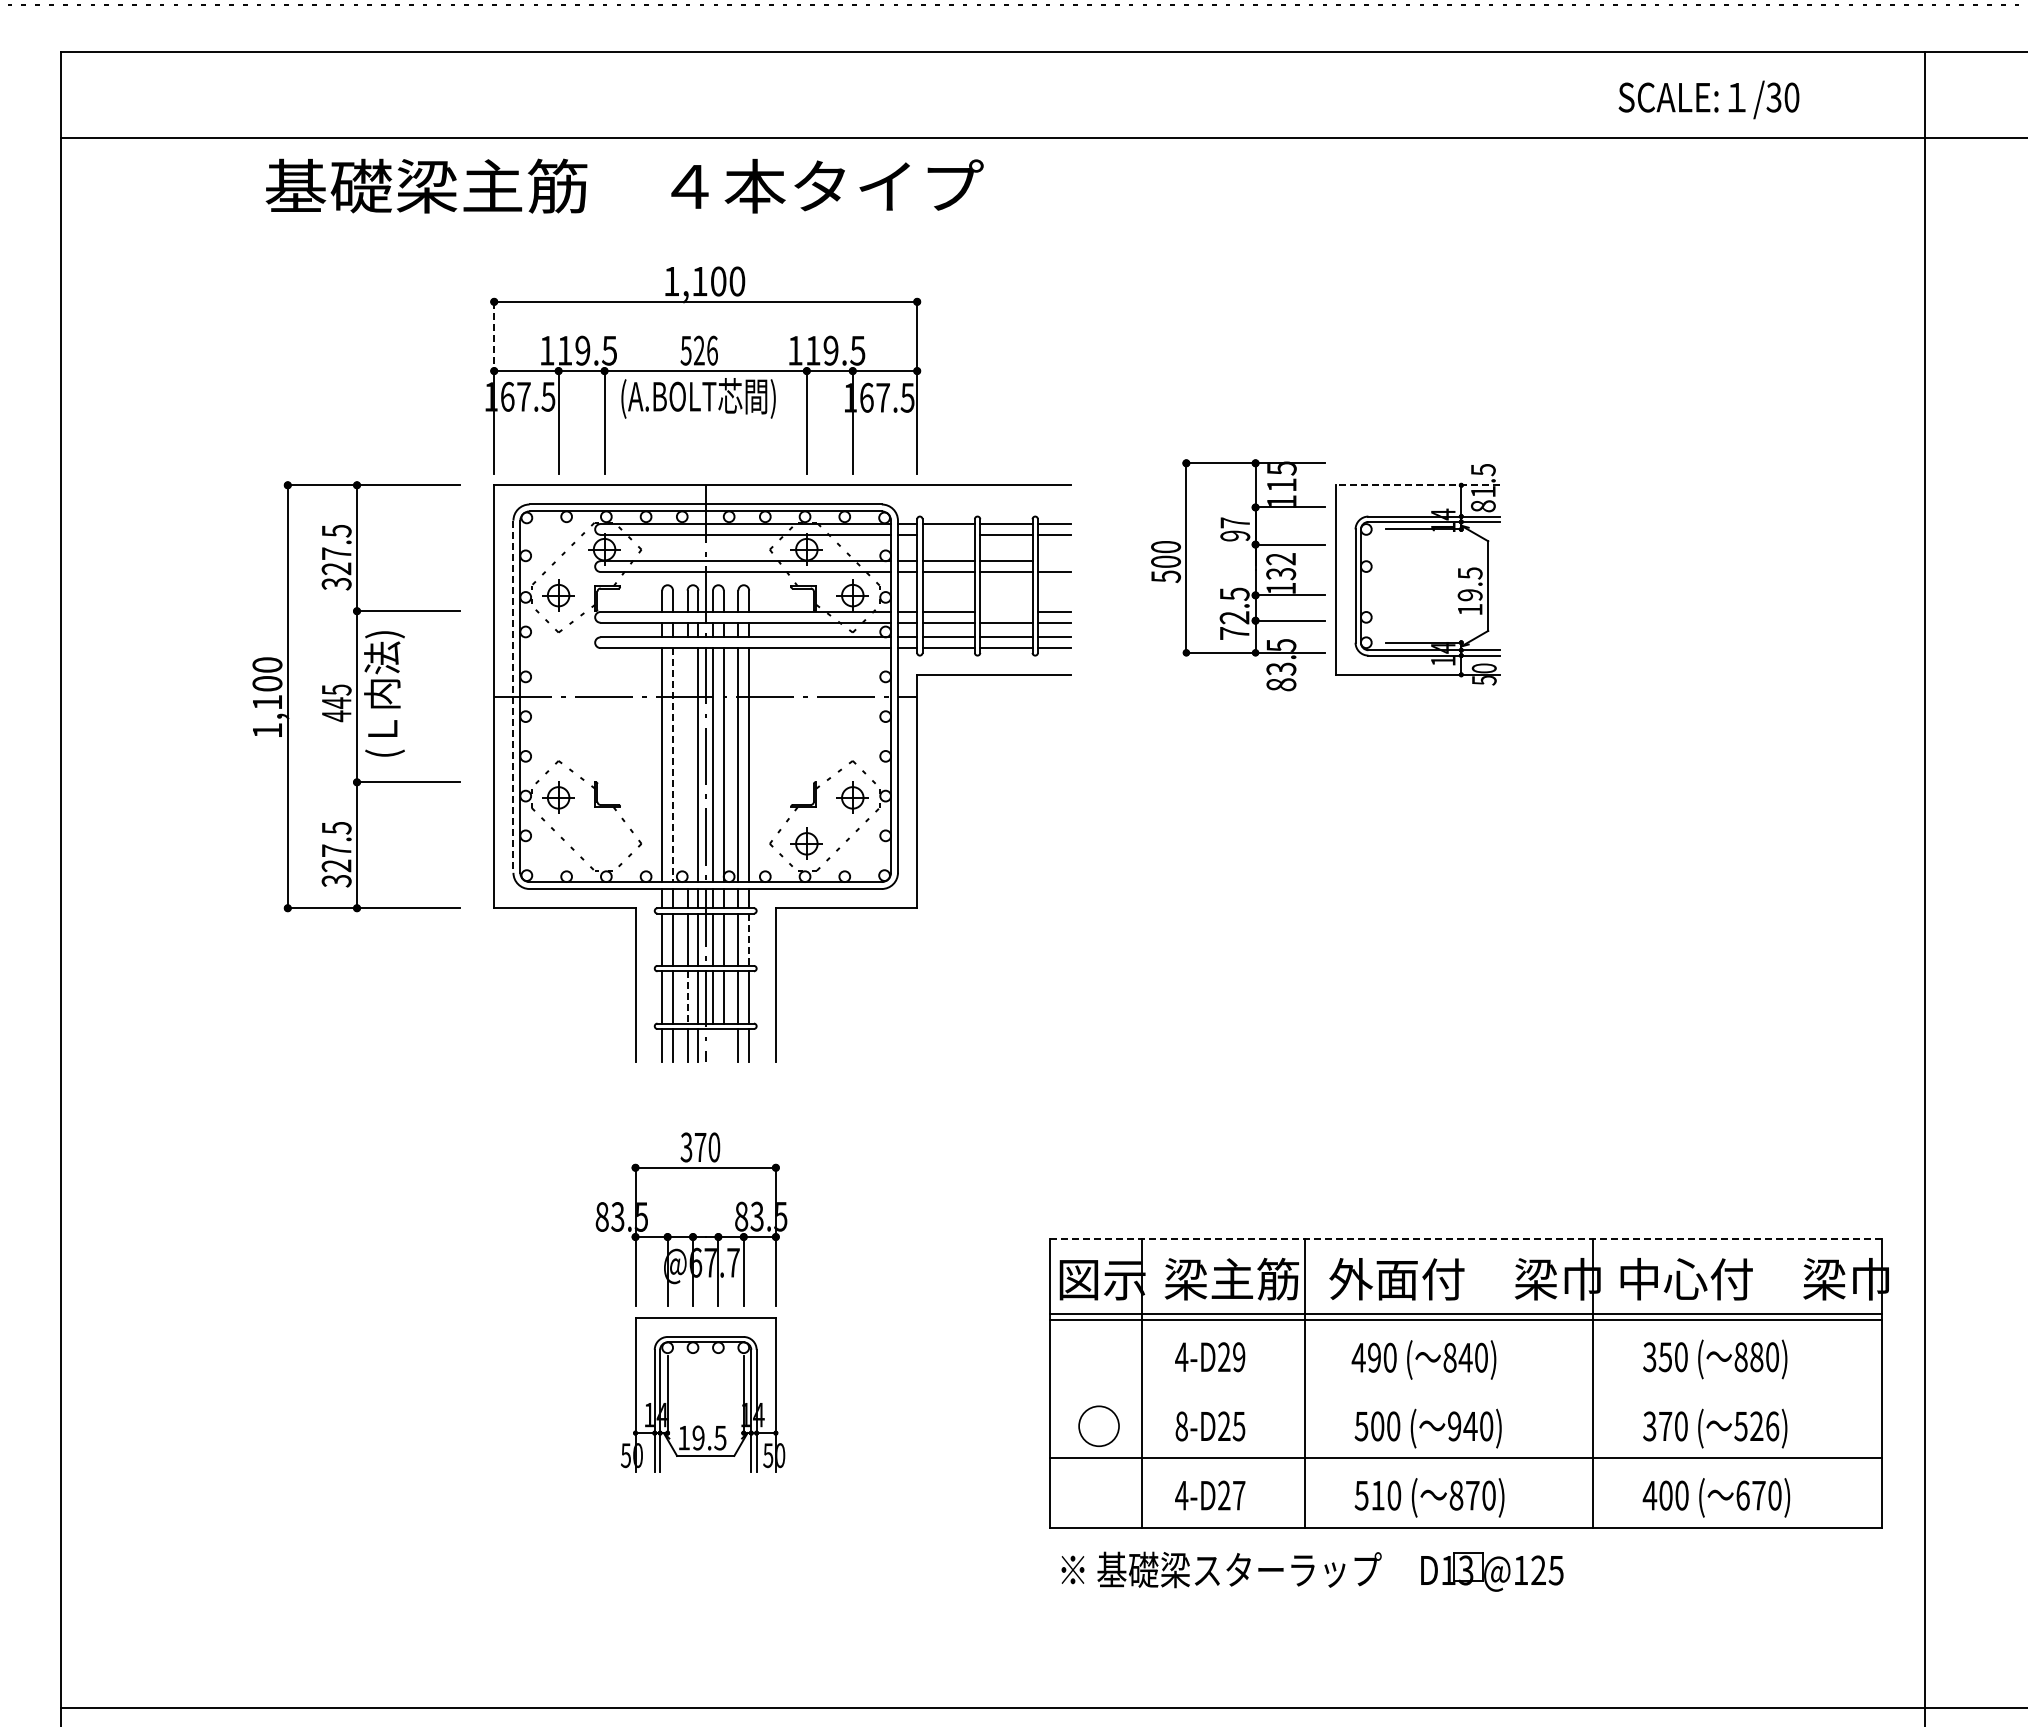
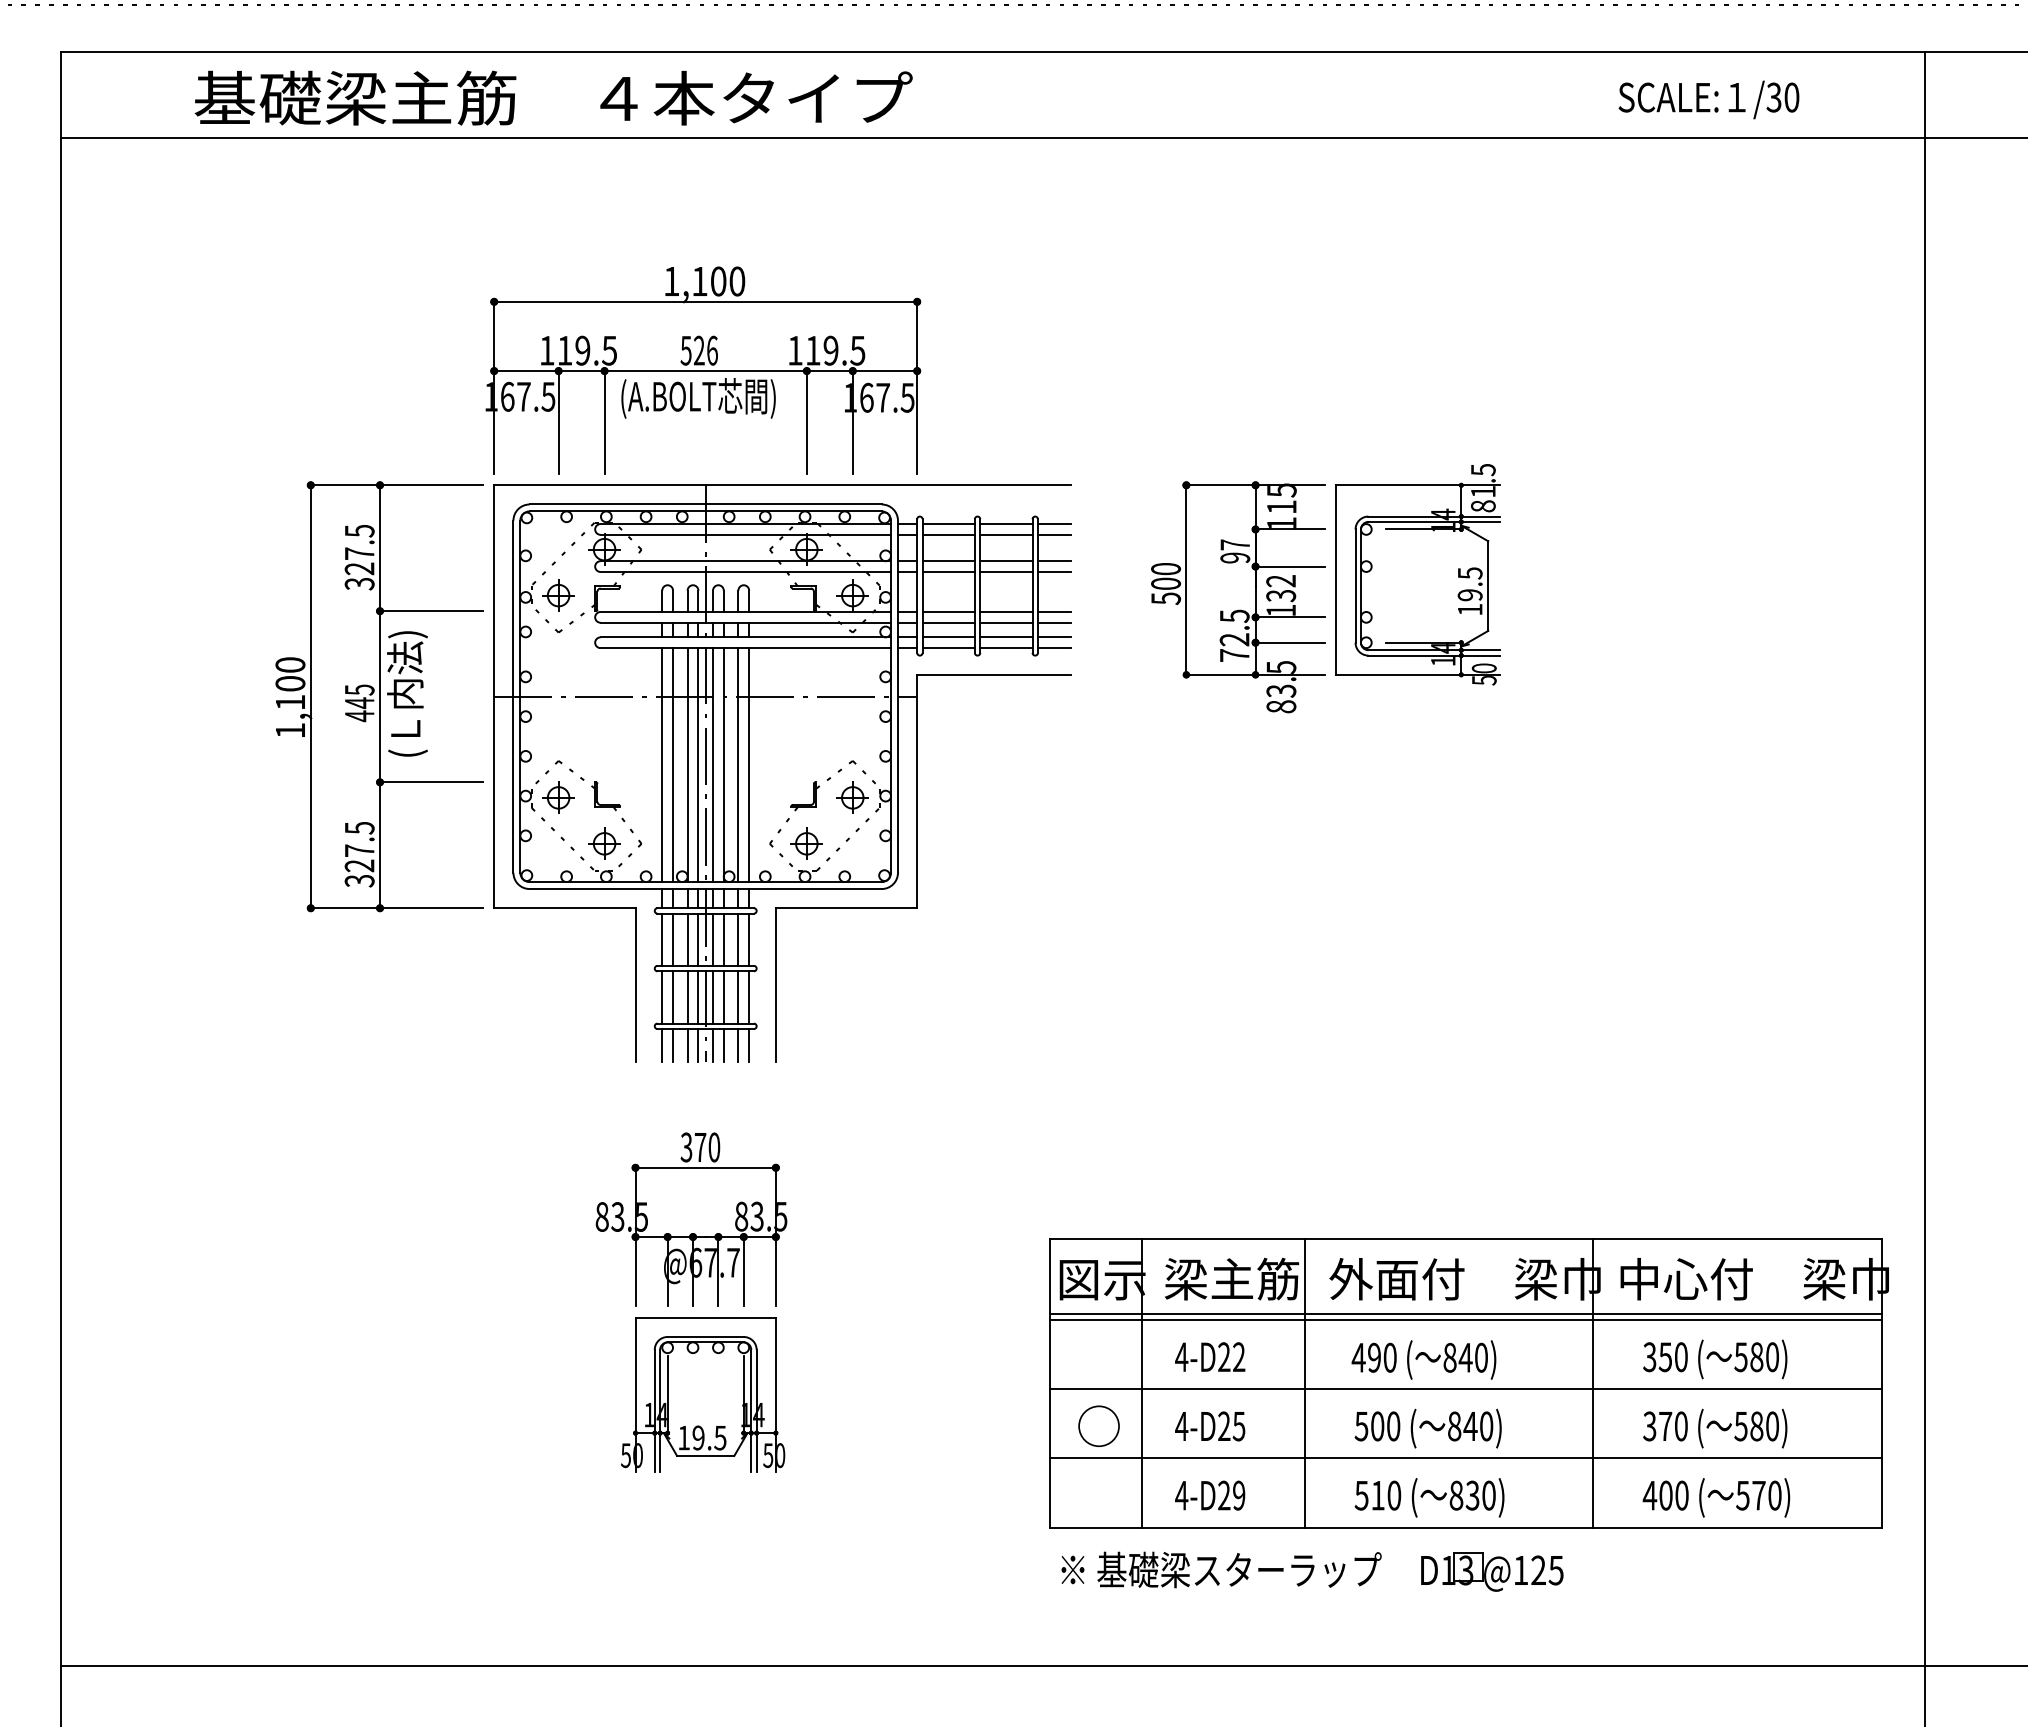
text at (624, 185) position: (624, 185) -> (553, 97)
line at (494, 336): dashed -> solid
line at (1418, 485): dashed -> solid
line at (948, 534): none -> present
line at (1054, 561): none -> present
part at (1238, 575) position: (1238, 575) -> (1238, 597)
line at (1006, 611): none -> present
part at (356, 696) position: (356, 696) -> (379, 696)
line at (513, 697): dashed -> solid
line at (673, 765): dashed -> solid
line at (687, 765): none -> present
part at (604, 843): none -> present
line at (749, 940): dashed -> solid
line at (687, 997): dashed -> solid
line at (713, 1045): none -> present
line at (723, 1045): none -> present
line at (1465, 1239): dashed -> solid
text at (1239, 1357): 4-D29 -> 4-D22
text at (1740, 1357): 880) -> 580)
line at (1465, 1389): none -> present
text at (1181, 1426): 8-D25 -> 4-D25
text at (1454, 1426): 940) -> 840)
text at (1764, 1426): 526) -> 580)
text at (1239, 1495): 4-D27 -> 4-D29
text at (1472, 1495): 870) -> 830)
text at (1742, 1495): 670) -> 570)
line at (1042, 1707) position: (1042, 1707) -> (1042, 1665)
